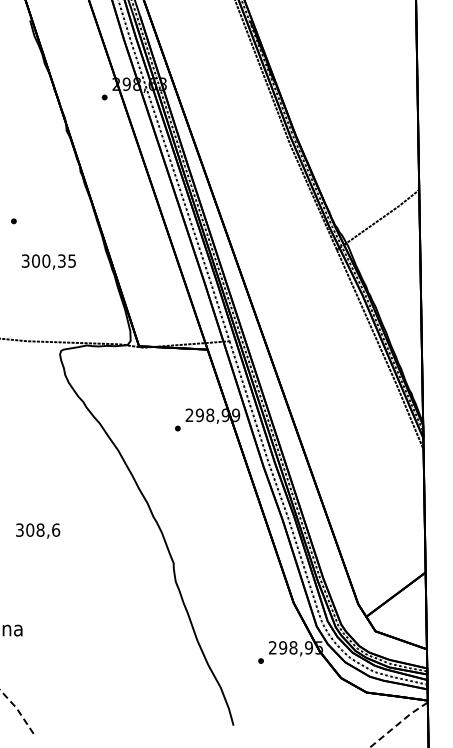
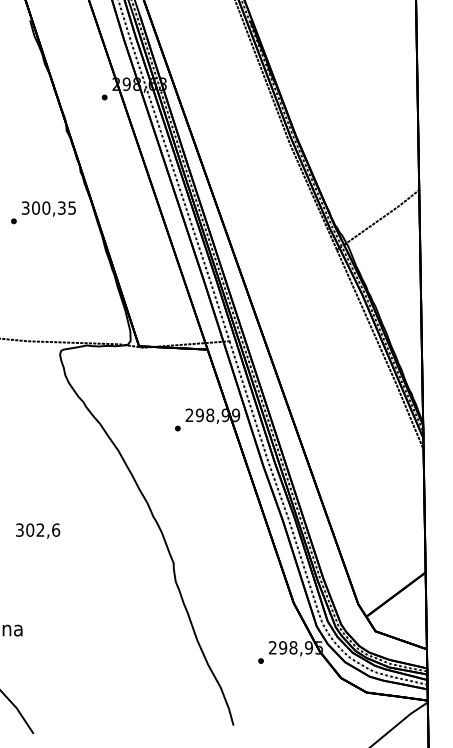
text at (48, 261) position: (48, 261) -> (48, 208)
text at (40, 529): 308,6 -> 302,6
line at (17, 709): dashed -> solid
line at (398, 723): dashed -> solid
